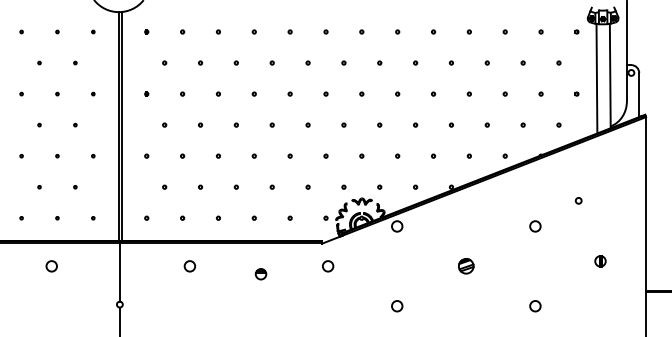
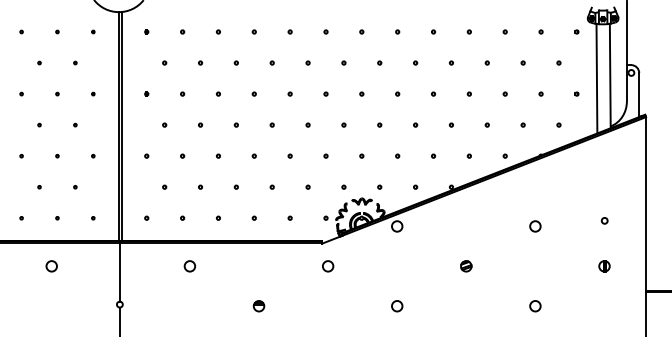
circle at (578, 200) position: (578, 200) -> (604, 220)
part at (600, 261) position: (600, 261) -> (604, 266)
part at (466, 266) size: 17x17 px -> 13x13 px
part at (260, 274) position: (260, 274) -> (258, 306)
